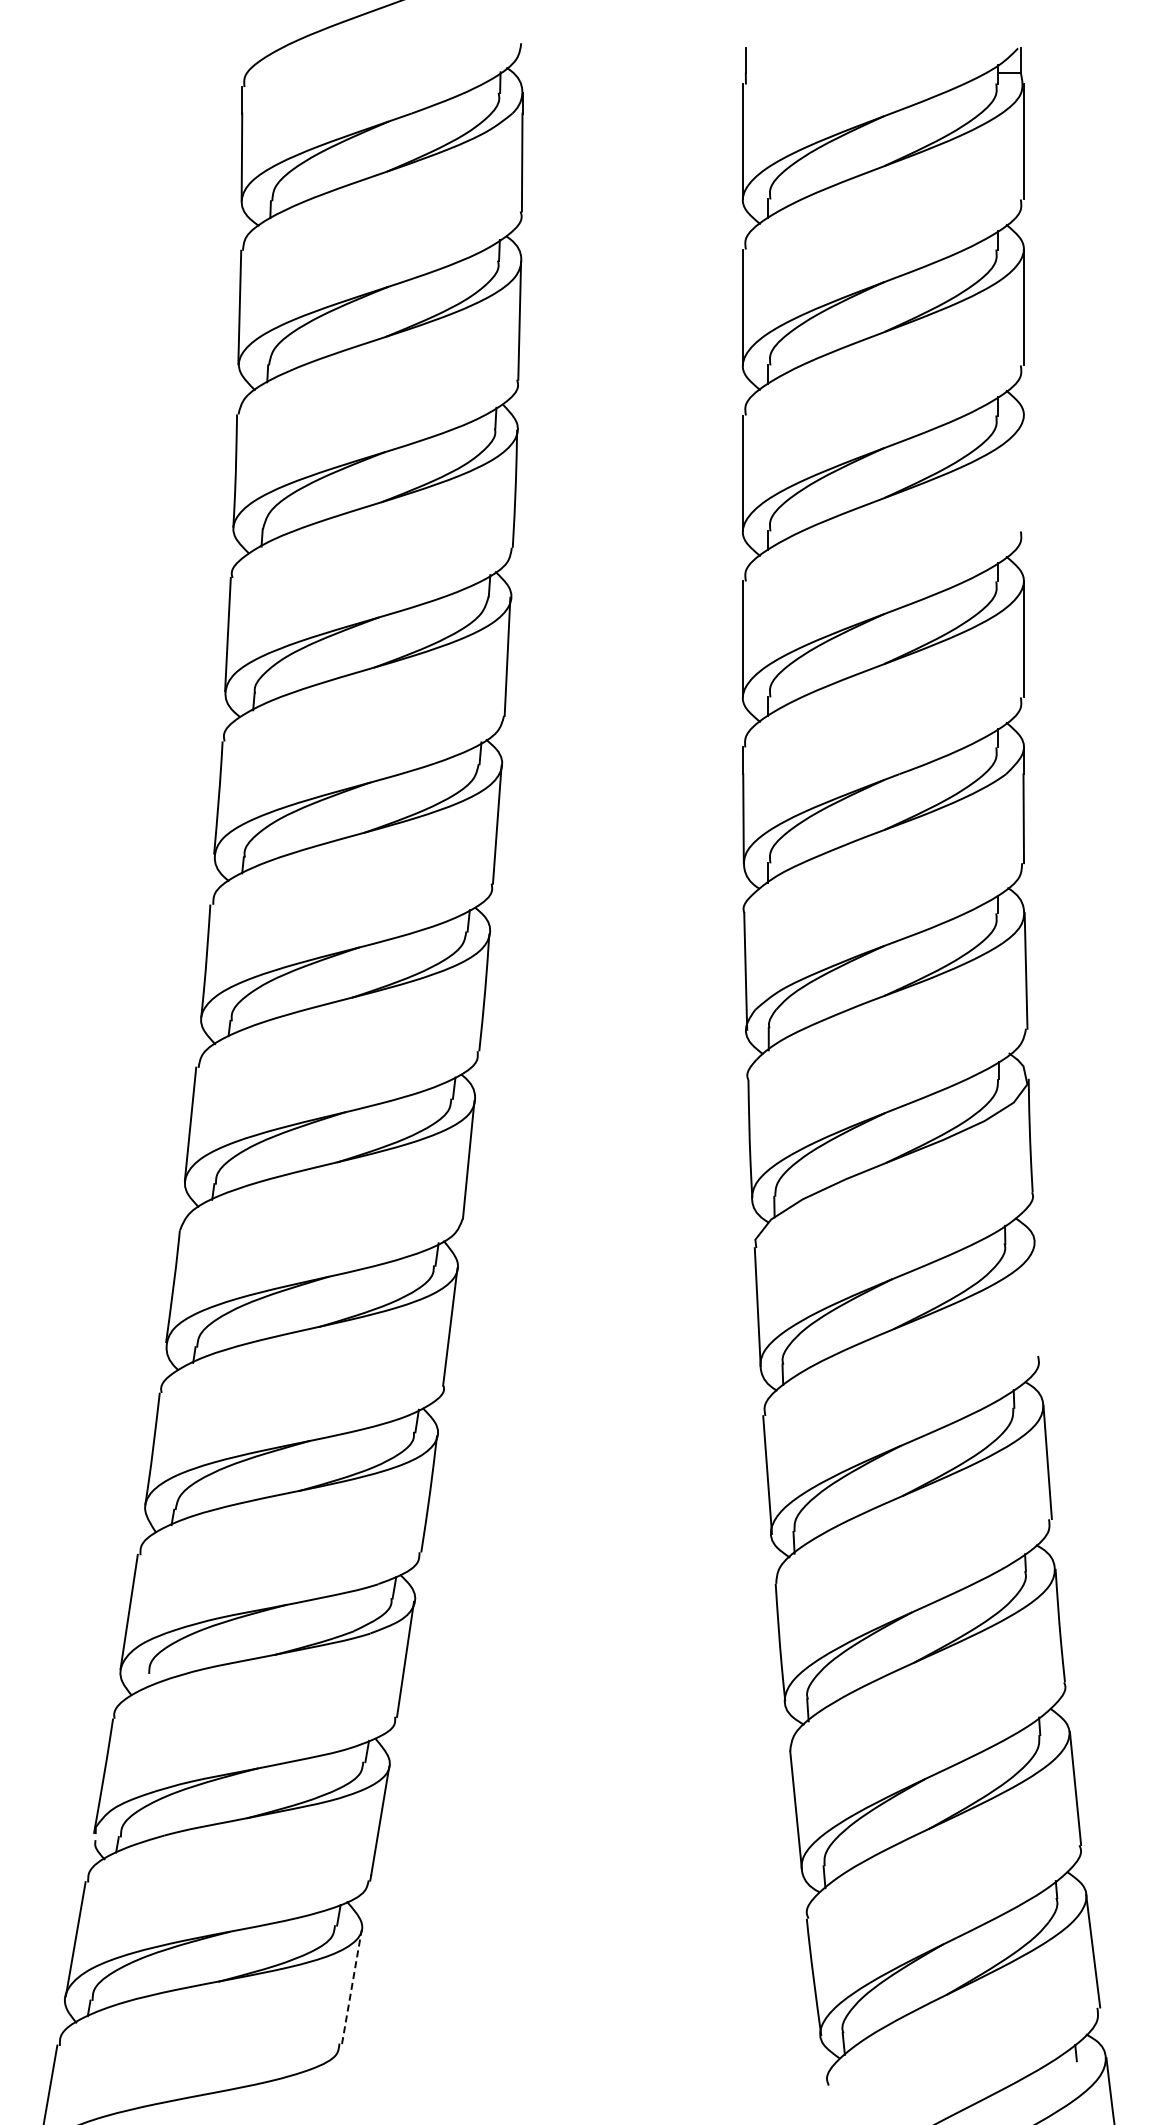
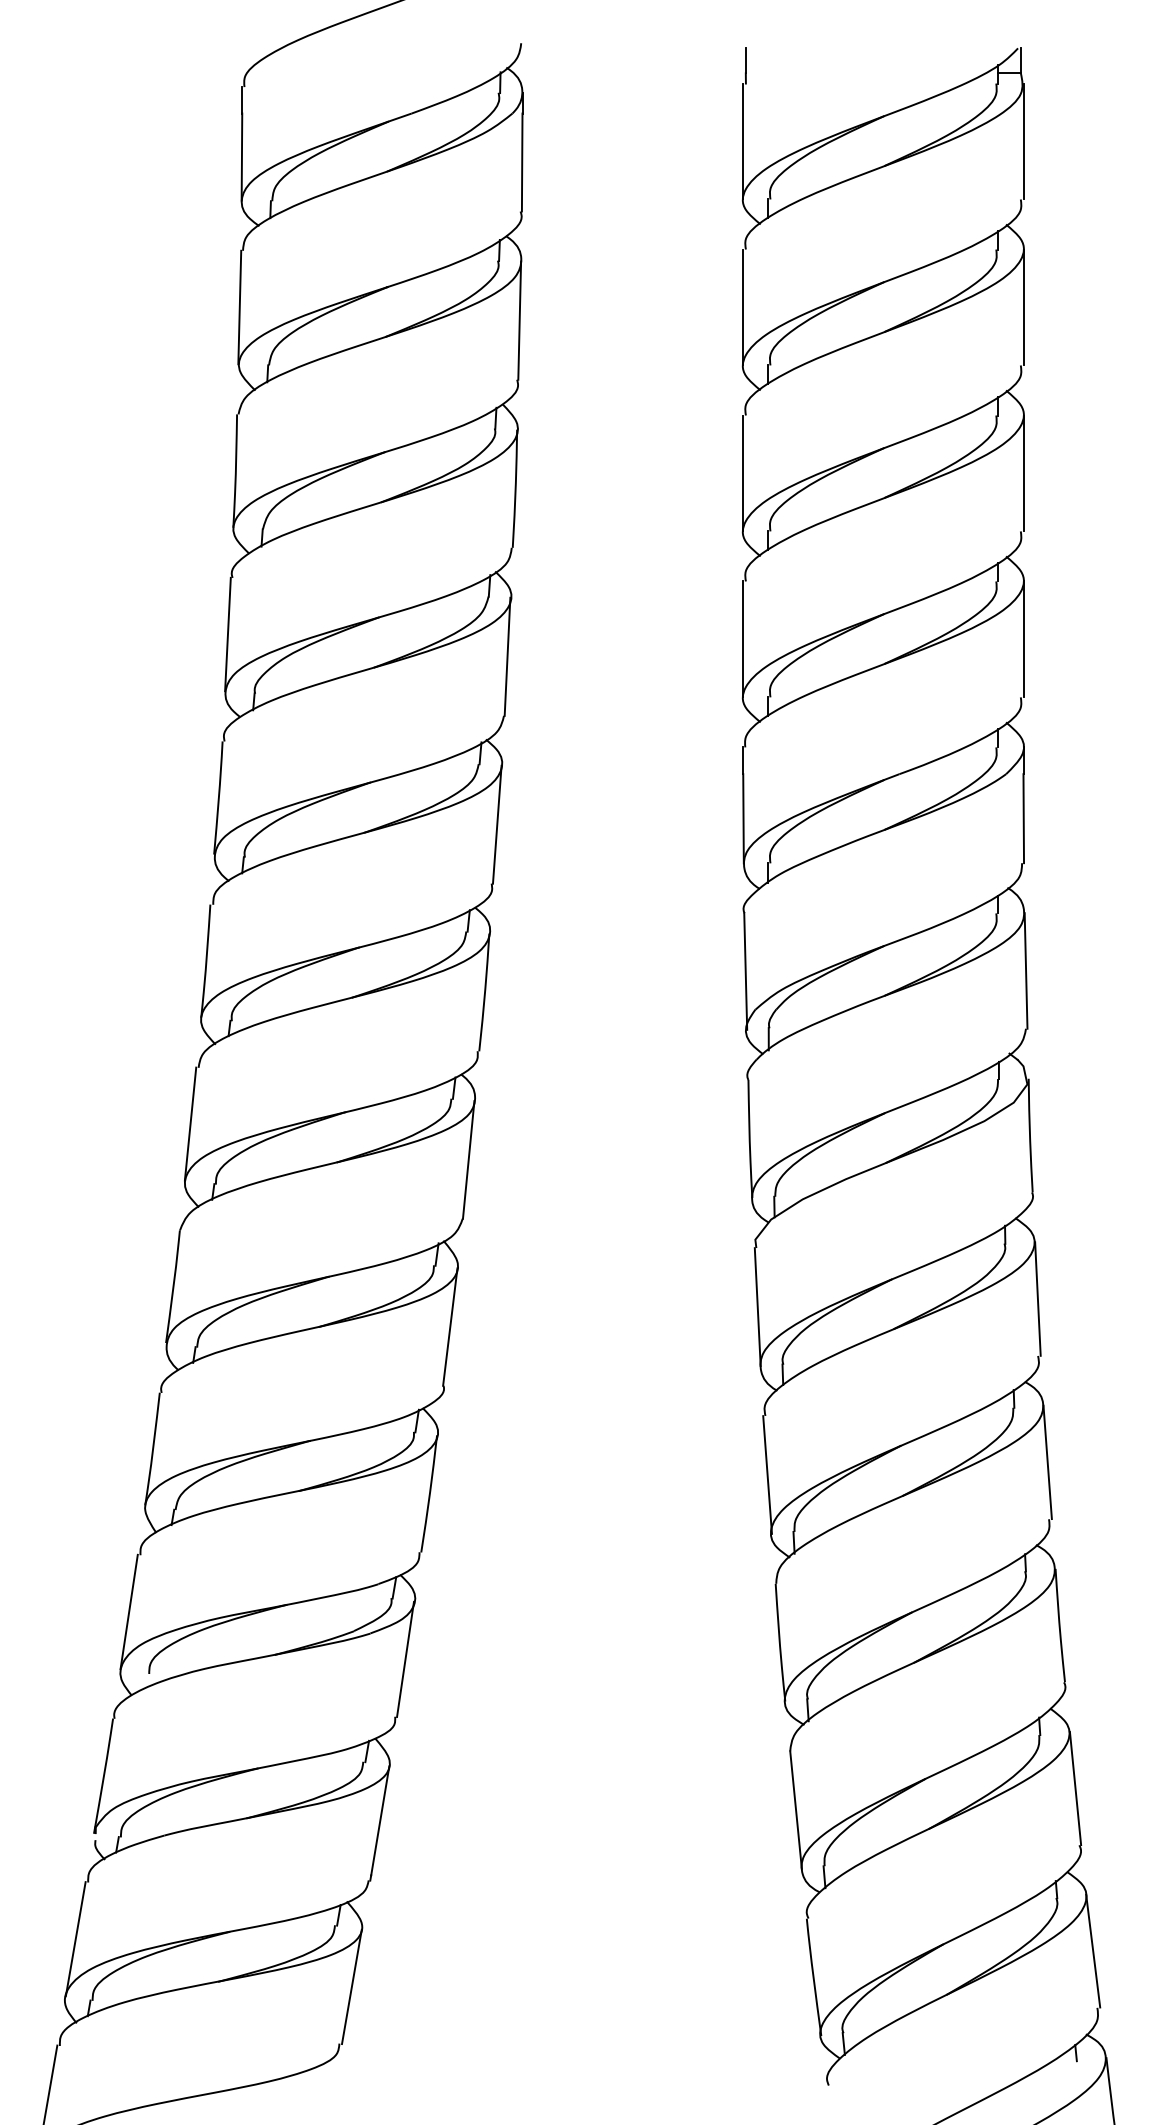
line at (1023, 473): none -> present
line at (1037, 1298): none -> present
line at (351, 1986): dashed -> solid
